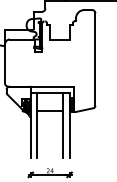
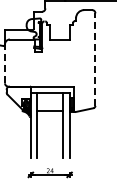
line at (95, 59): solid -> dashed
line at (5, 63): solid -> dashed
